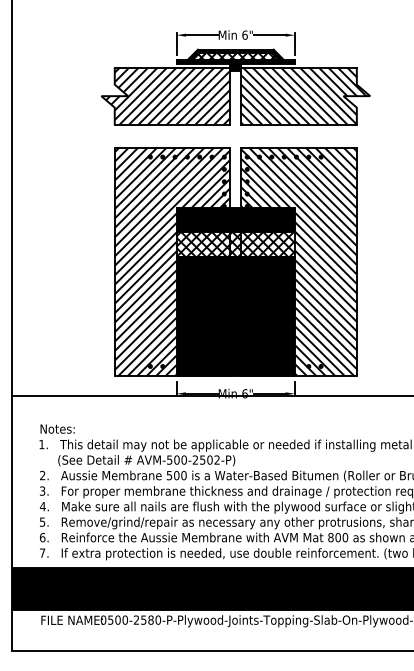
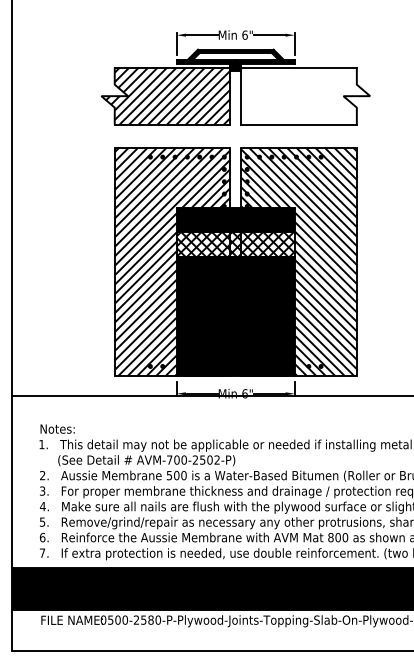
hatch at (234, 56): present -> none
hatch at (303, 95): present -> none
text at (169, 459): AVM-500-2502-P) -> AVM-700-2502-P)
